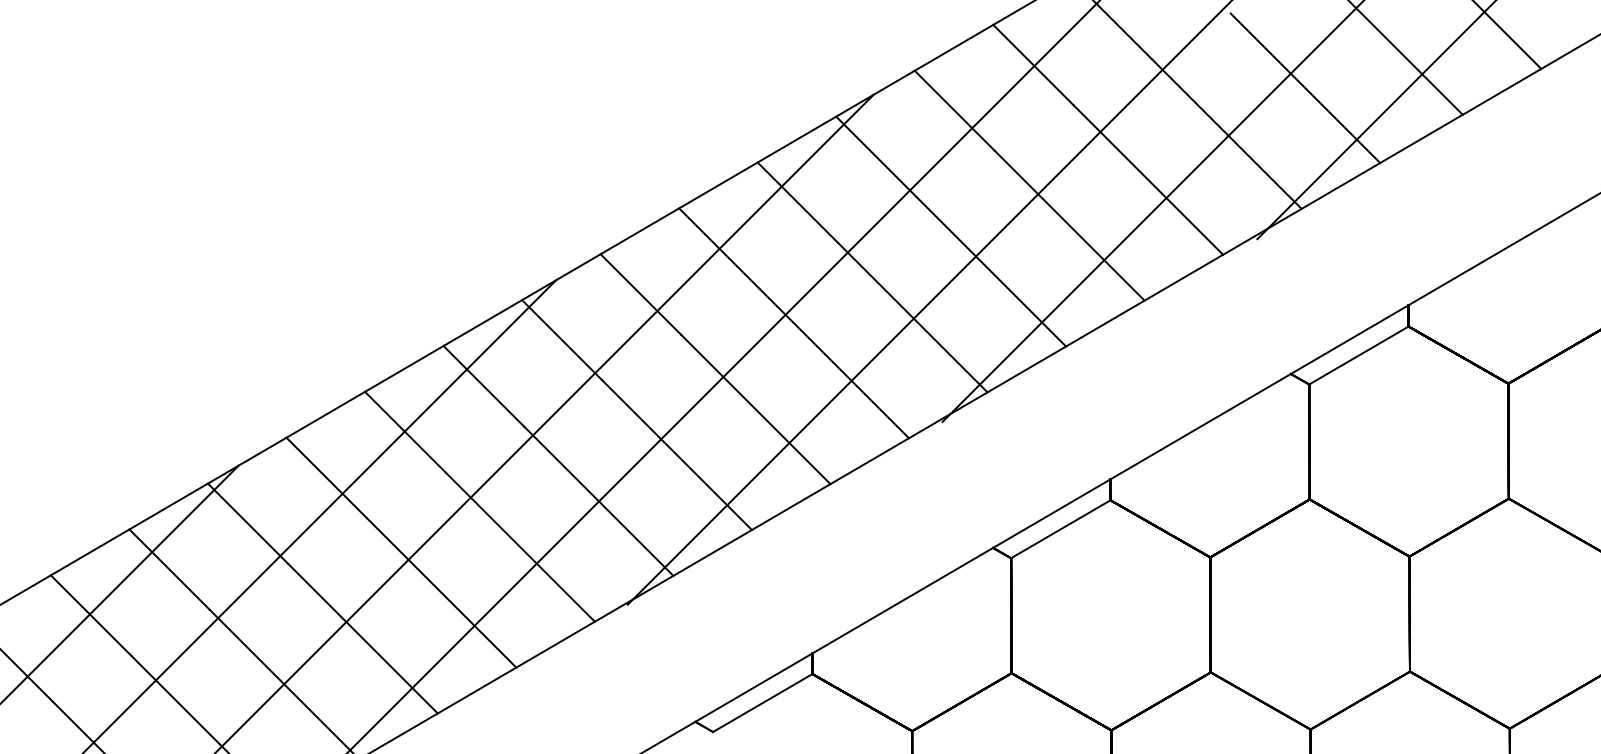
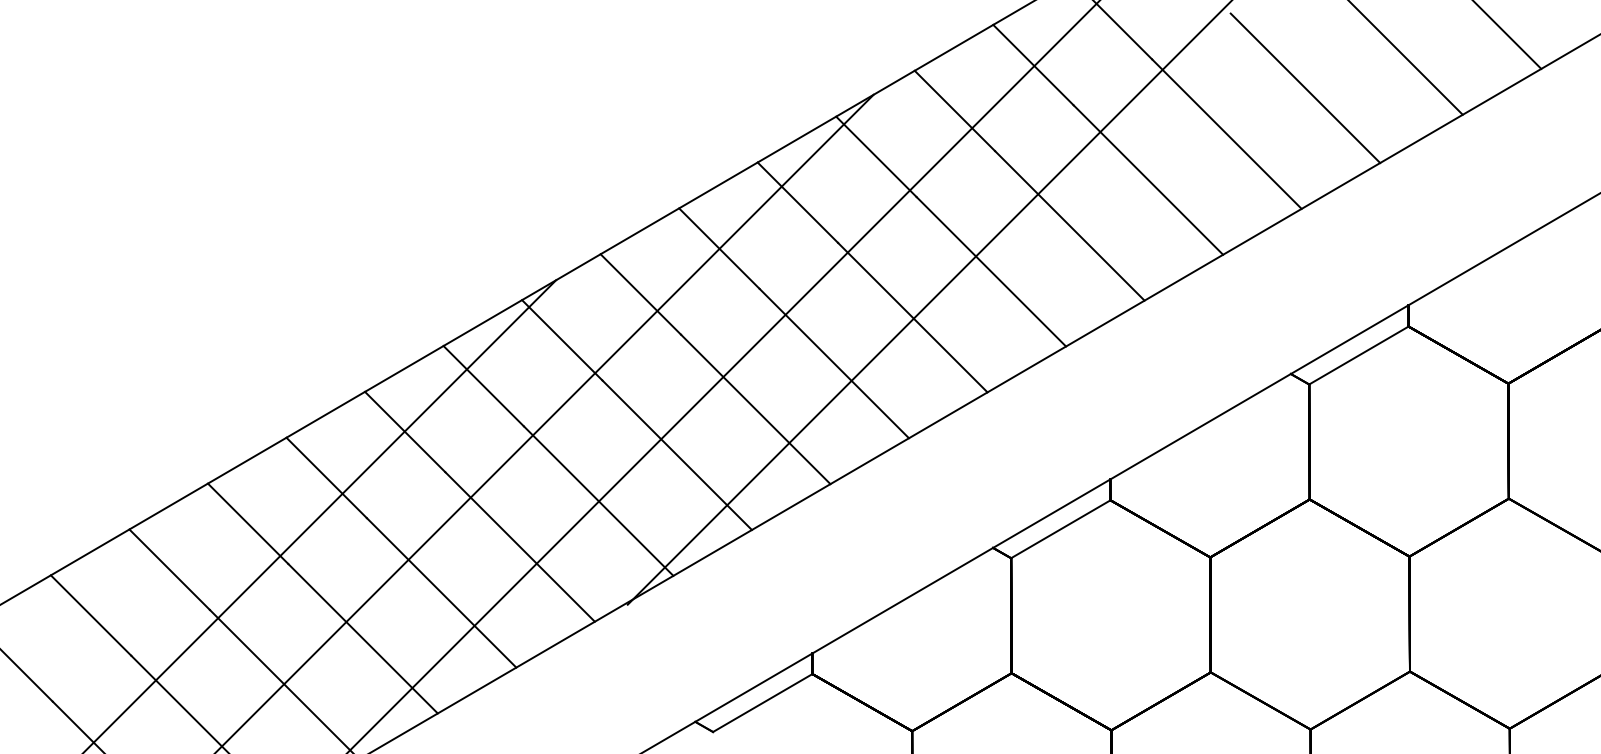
line at (1375, 120): present -> none
line at (1151, 211): present -> none
line at (120, 583): present -> none
